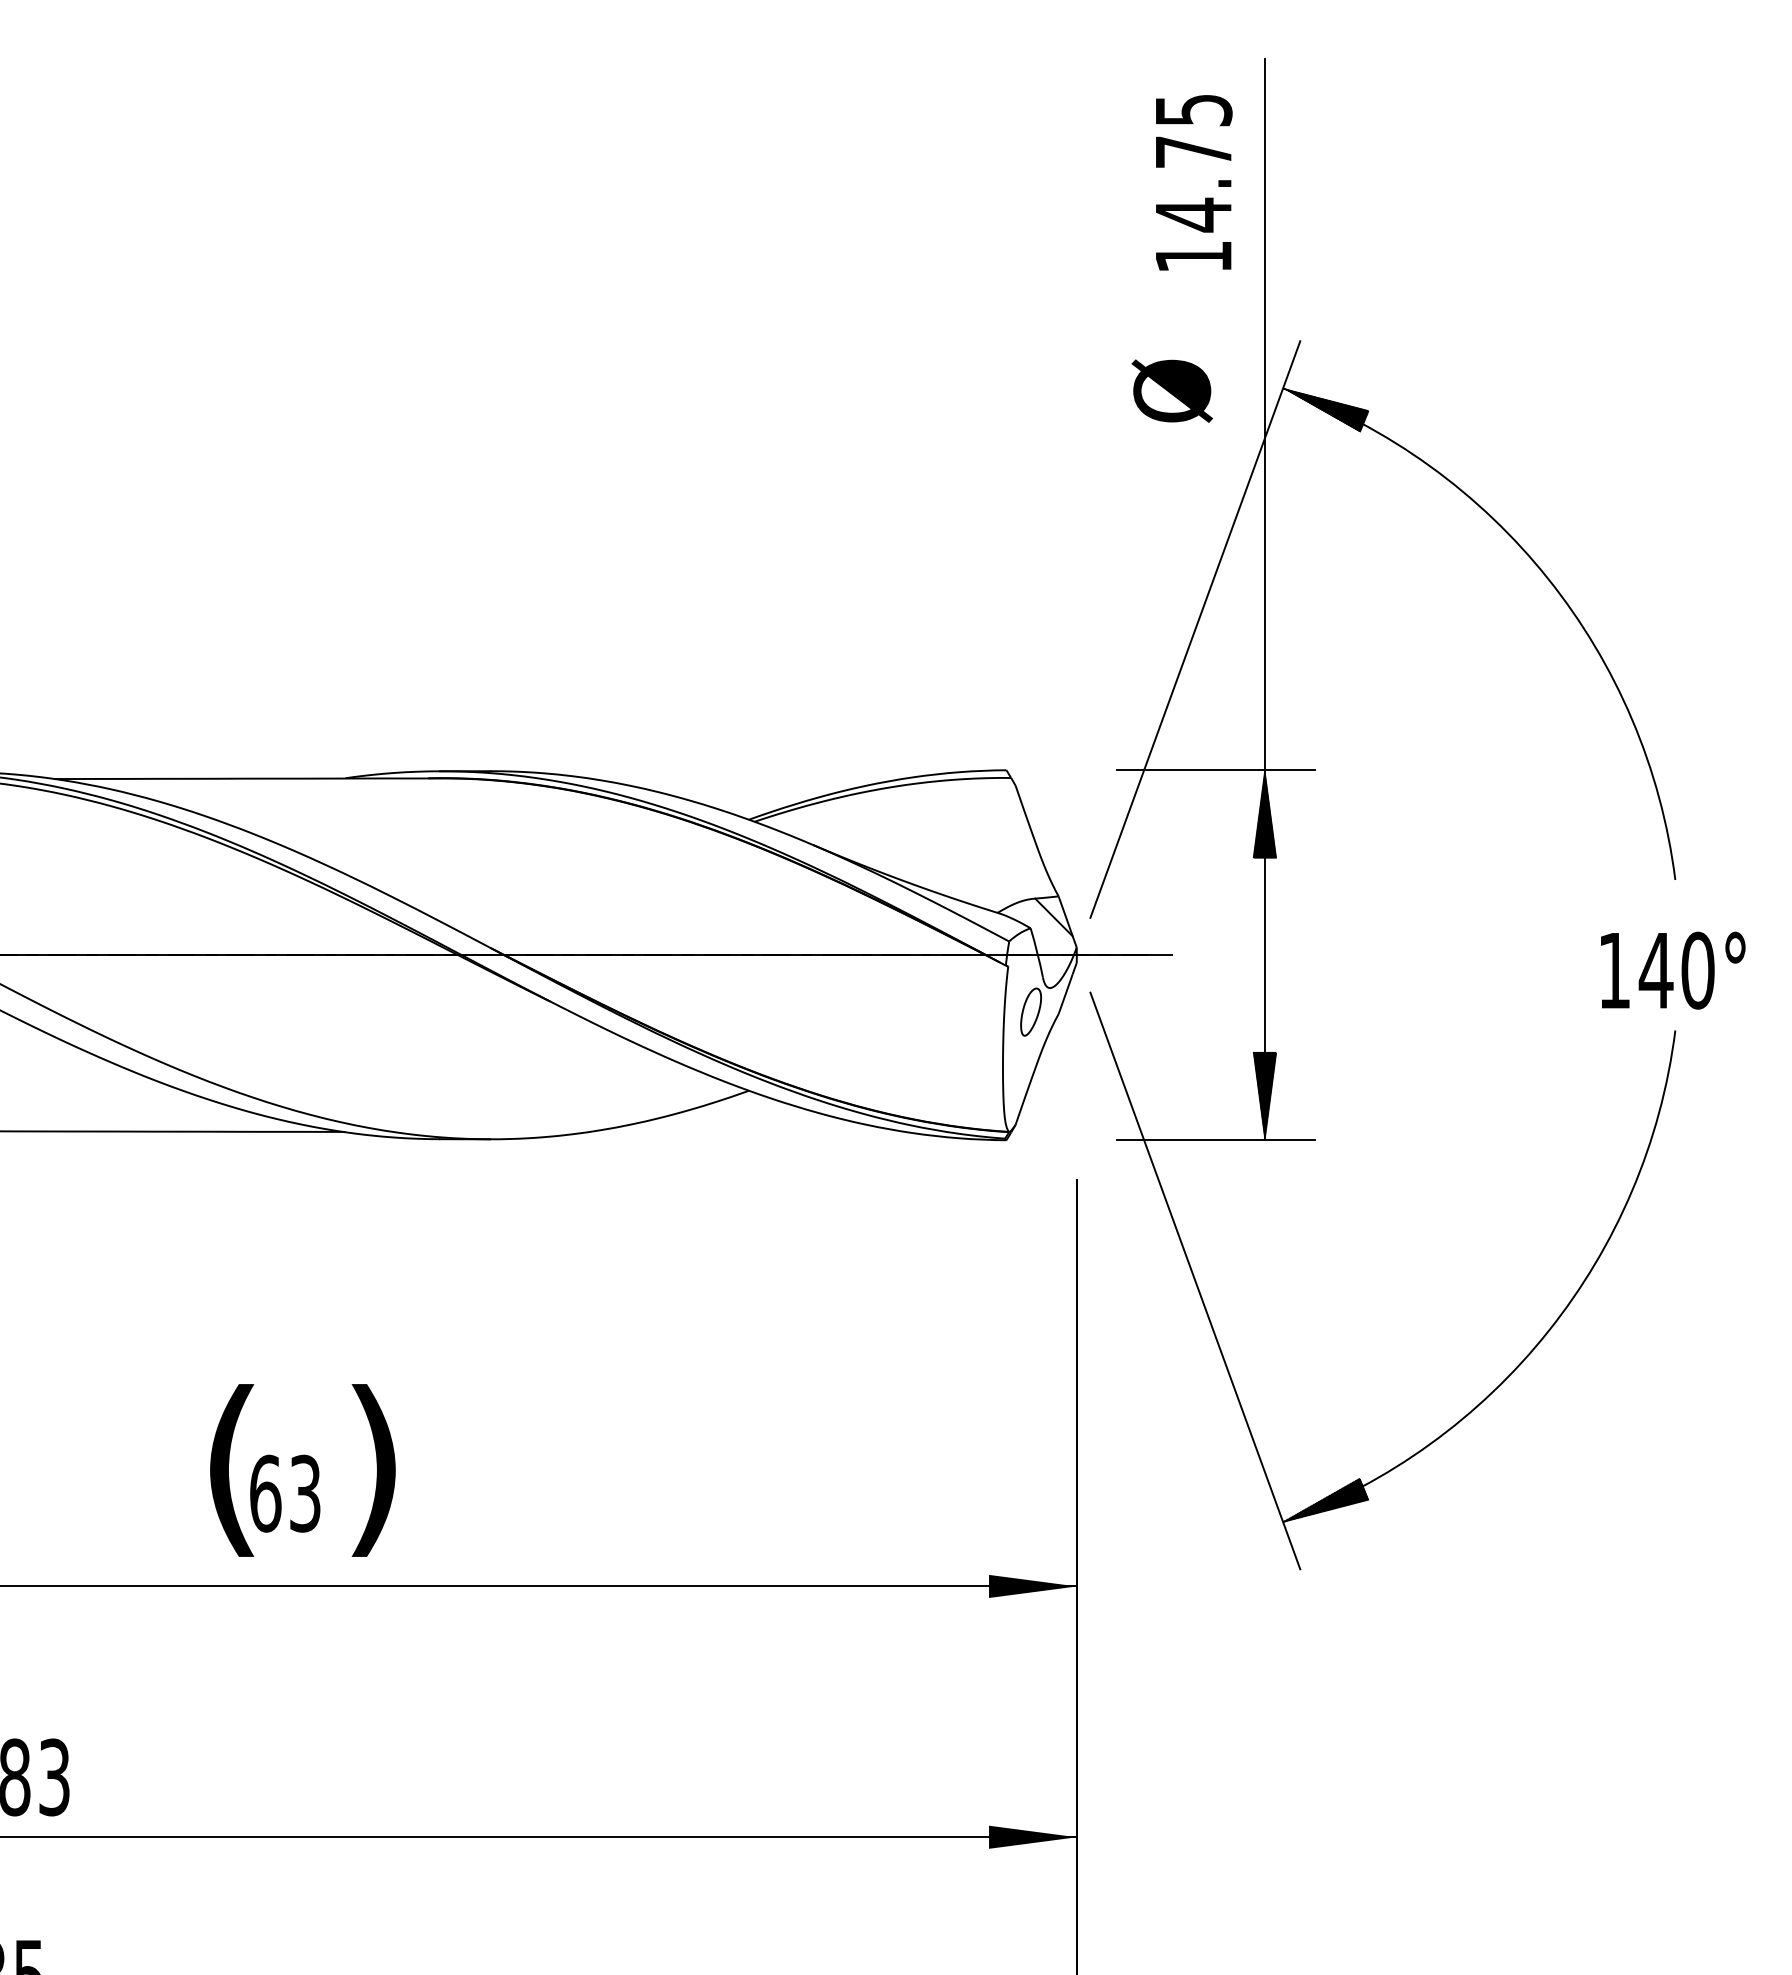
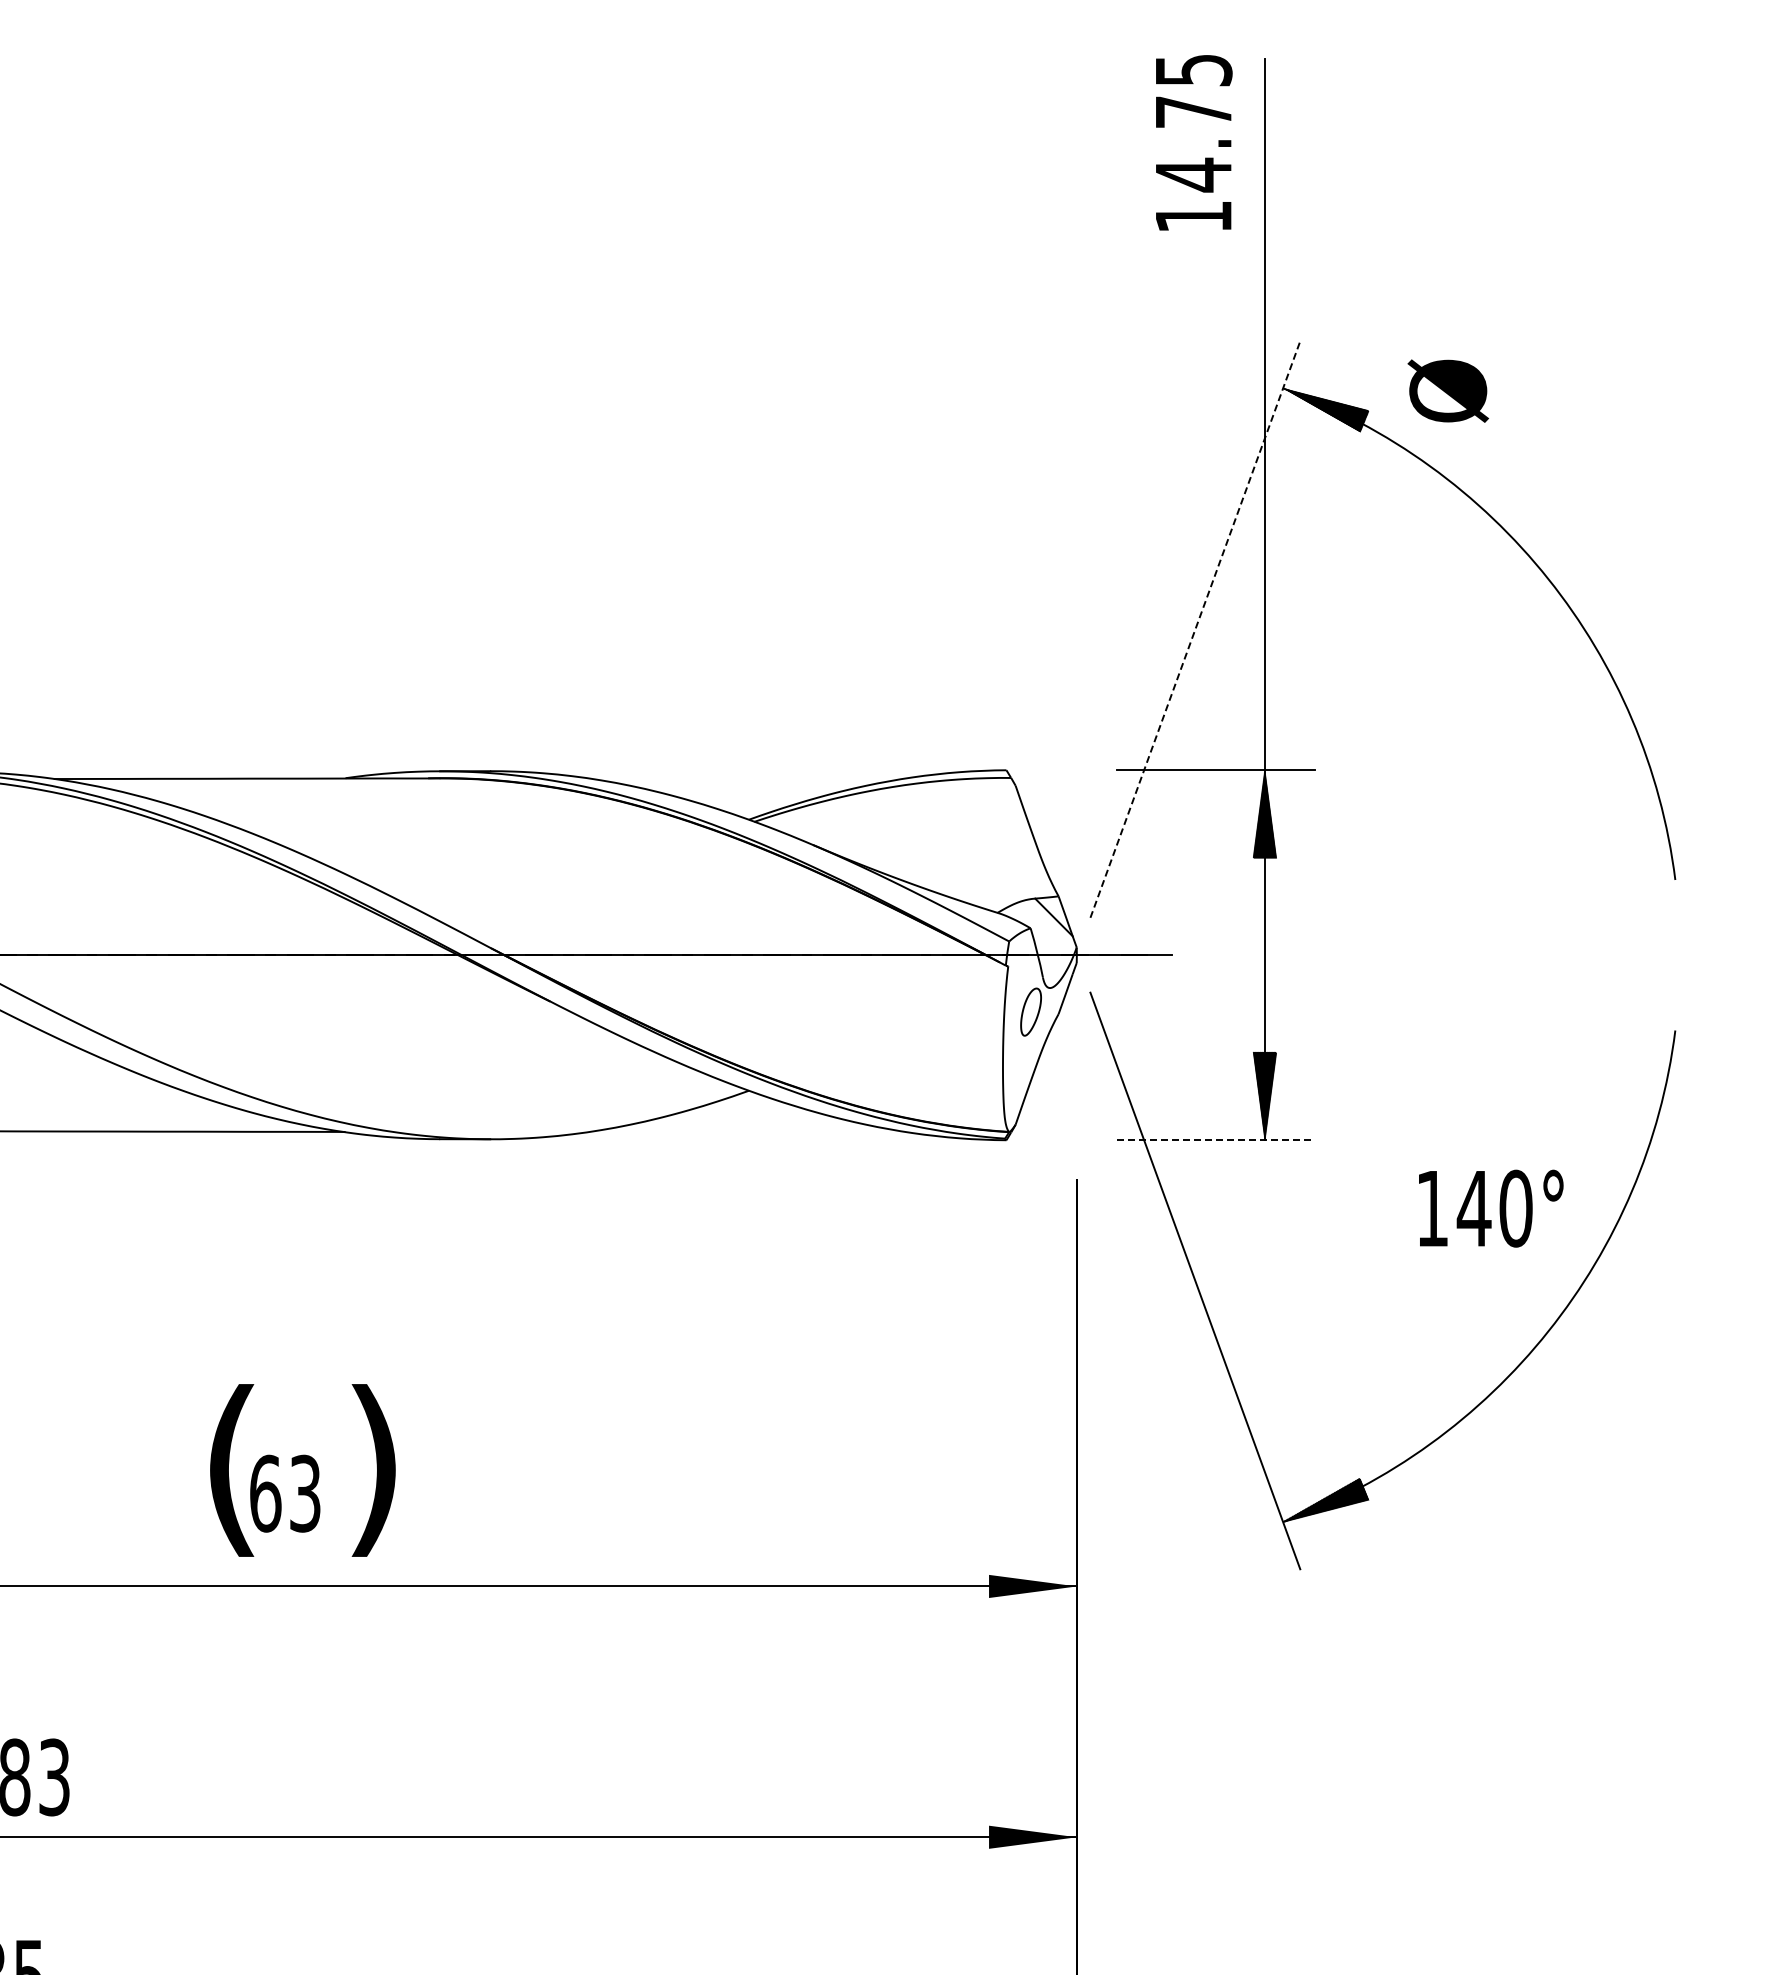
text at (1194, 182) position: (1194, 182) -> (1194, 142)
text at (1172, 390) position: (1172, 390) -> (1448, 390)
line at (1195, 629): solid -> dashed
text at (1673, 970) position: (1673, 970) -> (1491, 1208)
line at (1216, 1140): solid -> dashed
